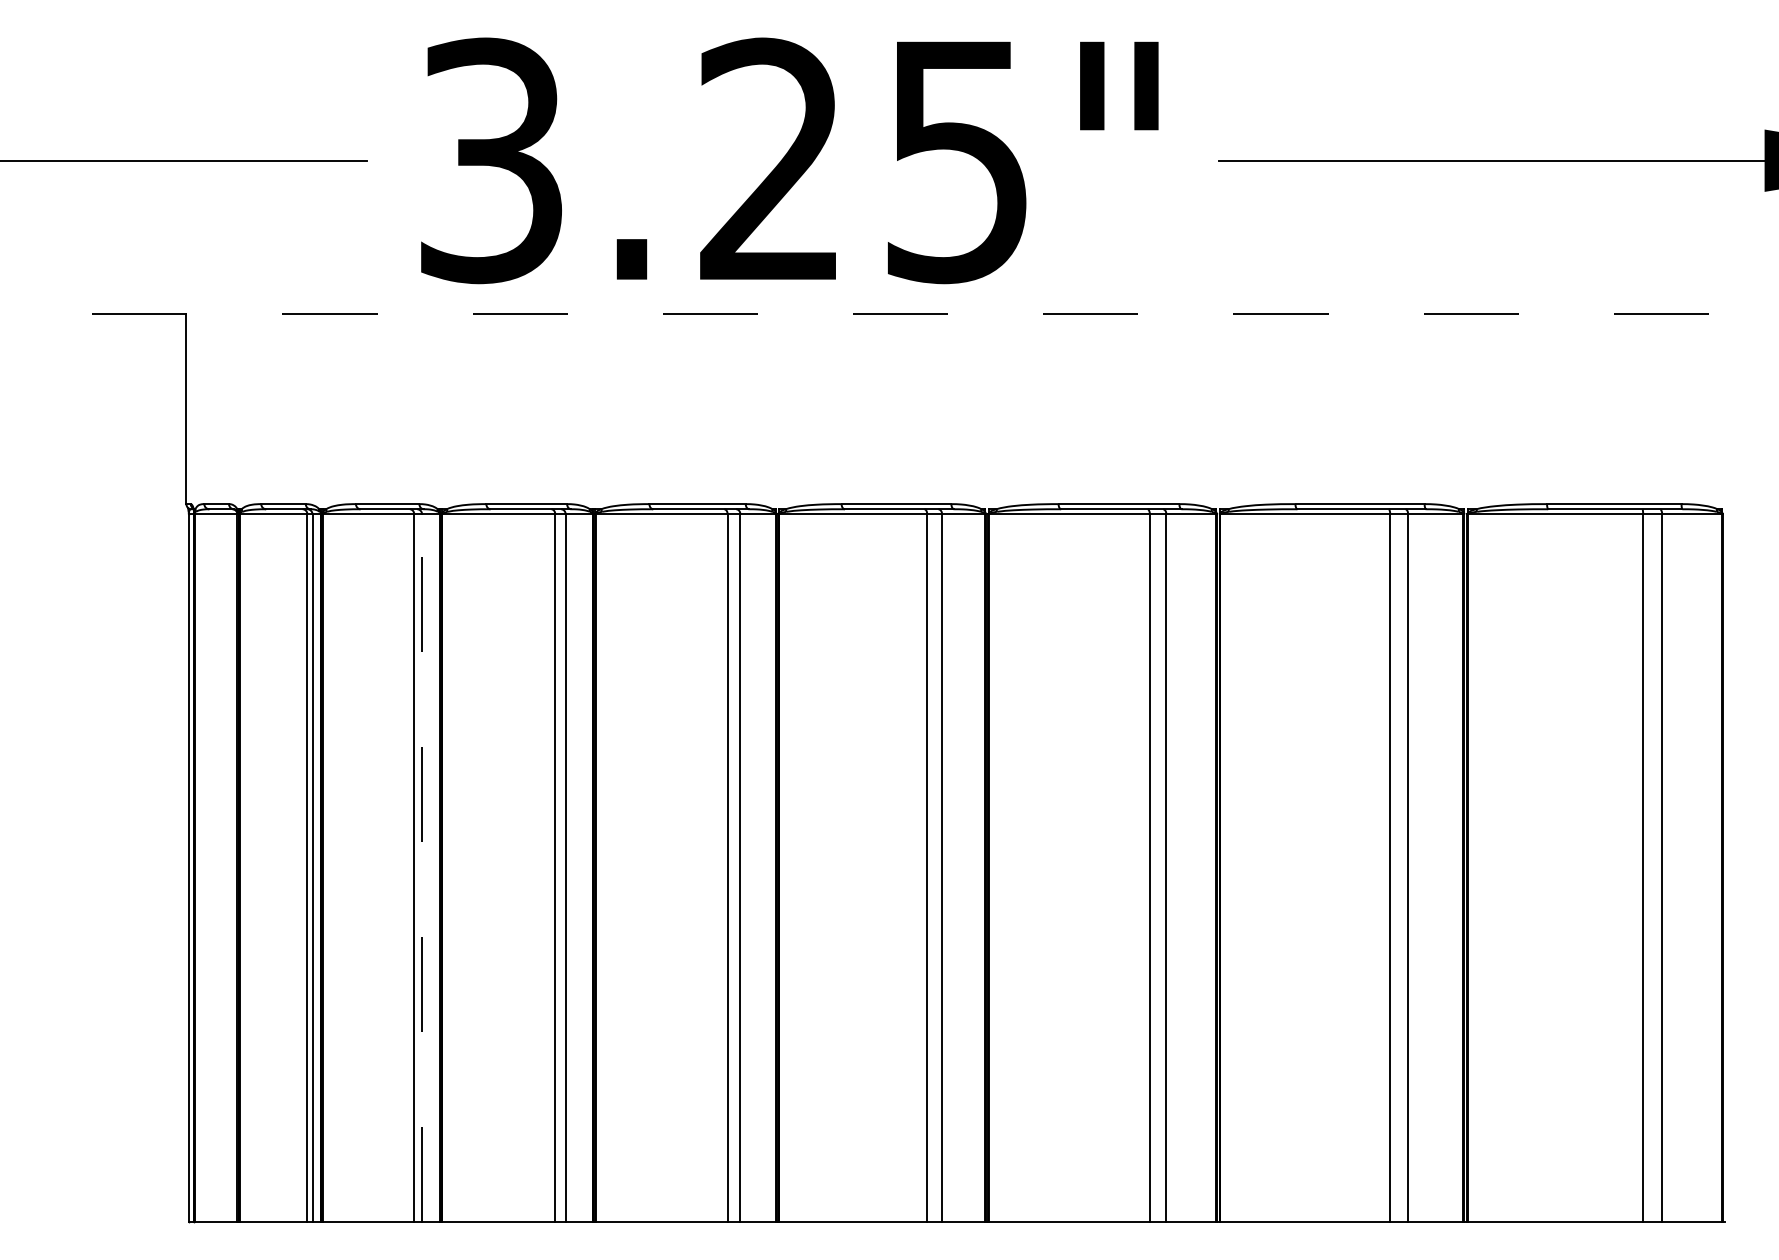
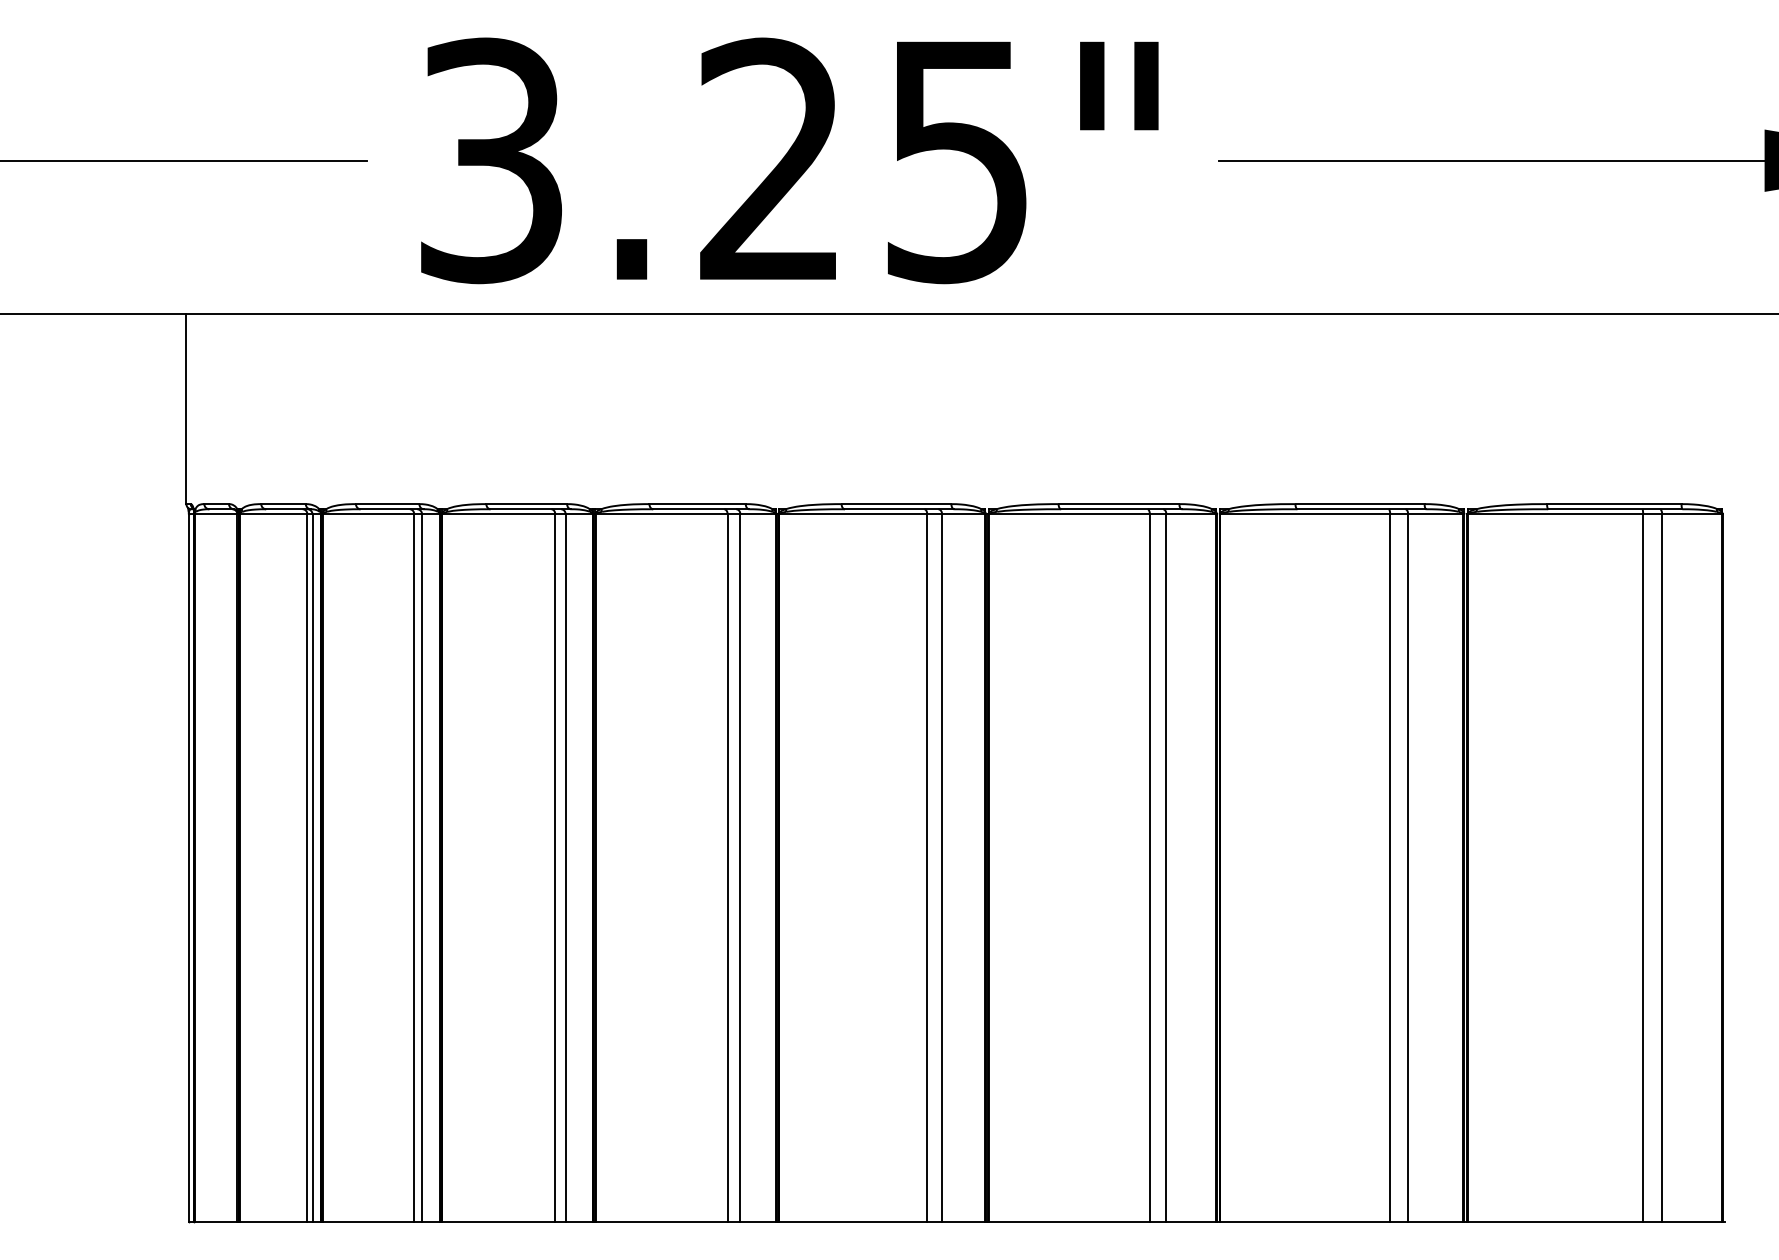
line at (889, 314): dashed -> solid
line at (422, 867): dashed -> solid
